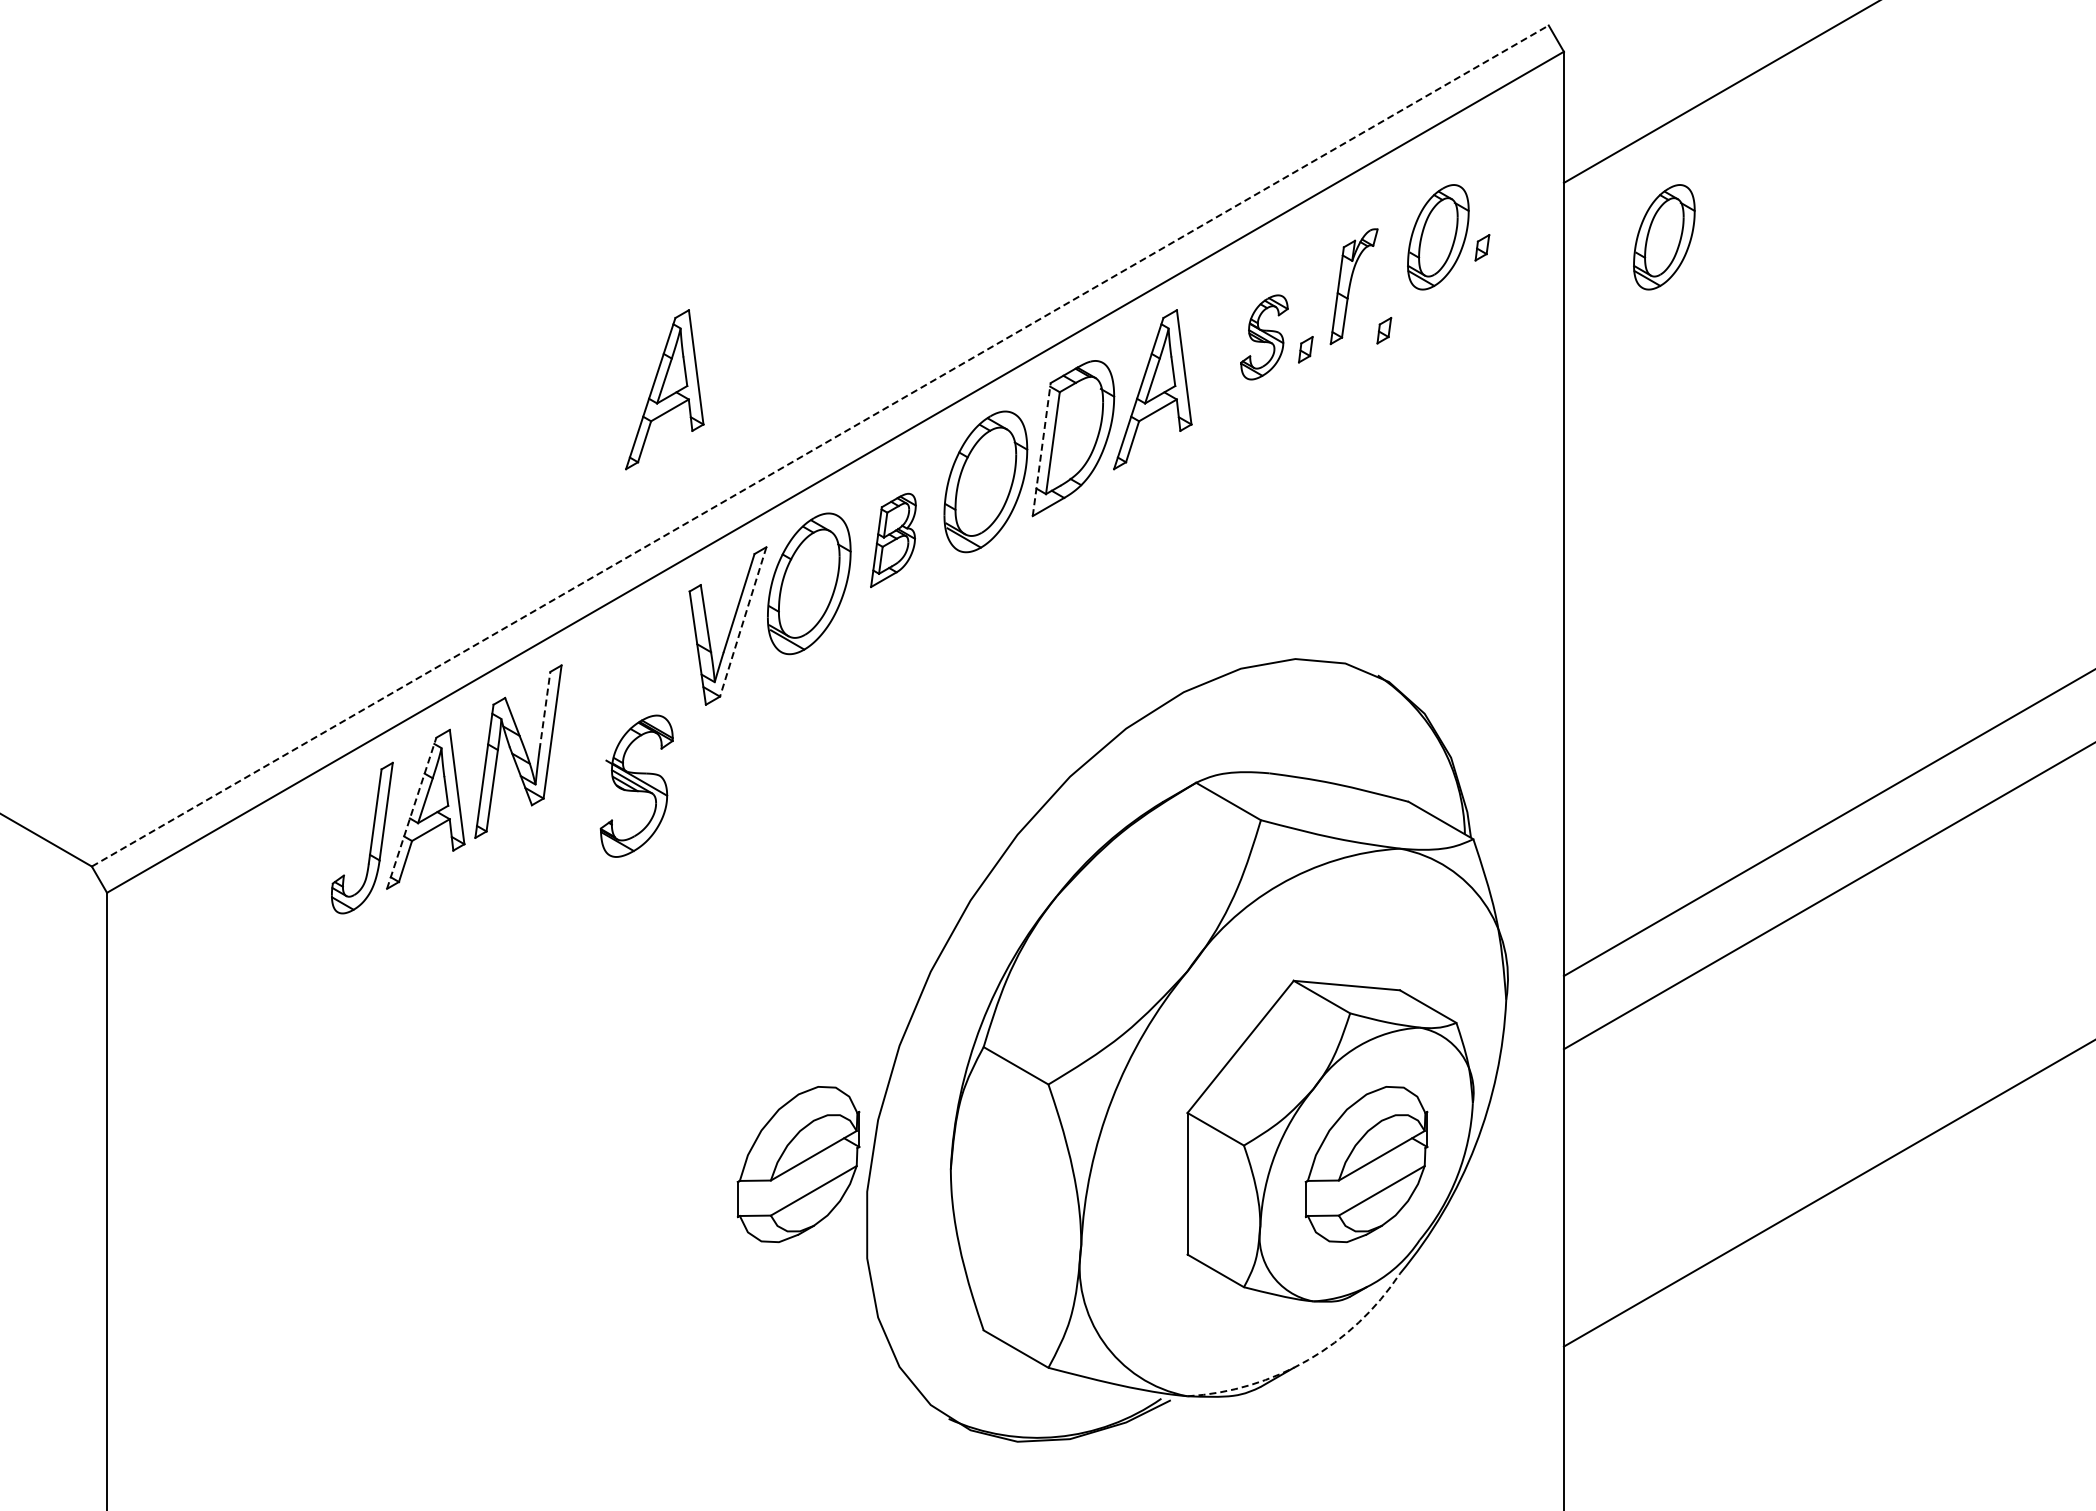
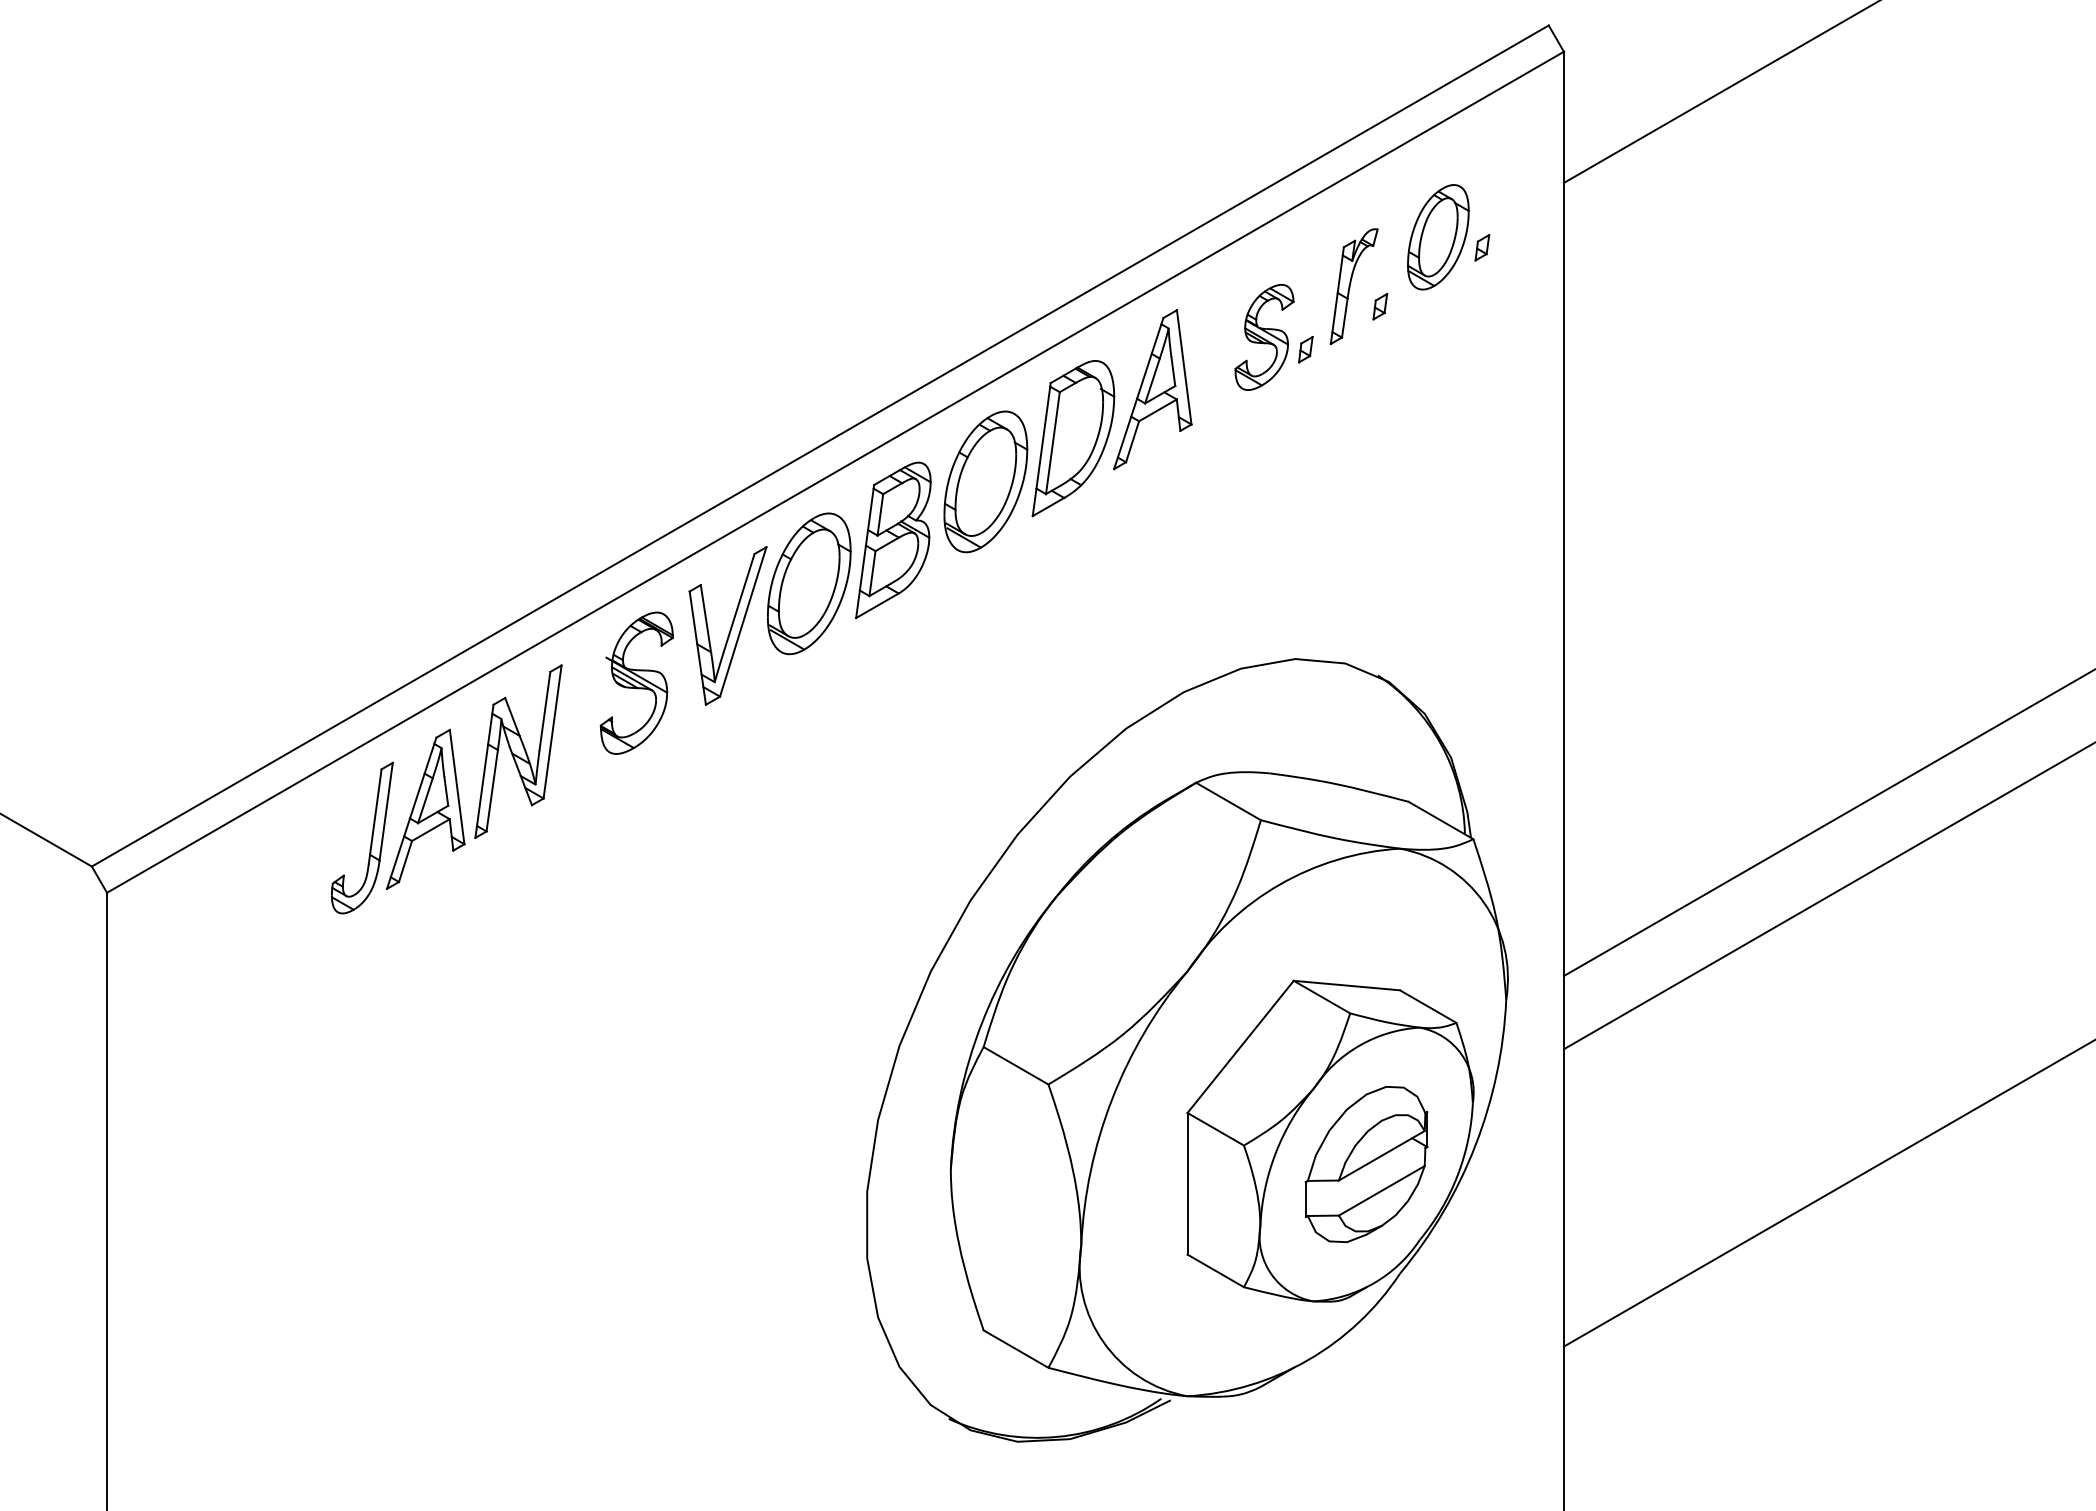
part at (1664, 237): present -> none
part at (1384, 330) position: (1384, 330) -> (1380, 306)
part at (1264, 337) size: 49x87 px -> 61x107 px
part at (664, 389): present -> none
line at (820, 445): dashed -> solid
line at (1041, 449): dashed -> solid
part at (893, 539) size: 47x96 px -> 77x159 px
line at (743, 622): dashed -> solid
line at (545, 710): dashed -> solid
part at (636, 785) position: (636, 785) -> (636, 682)
line at (411, 813): dashed -> solid
part at (798, 1164): present -> none
arc at (1308, 1360): dashed -> solid
